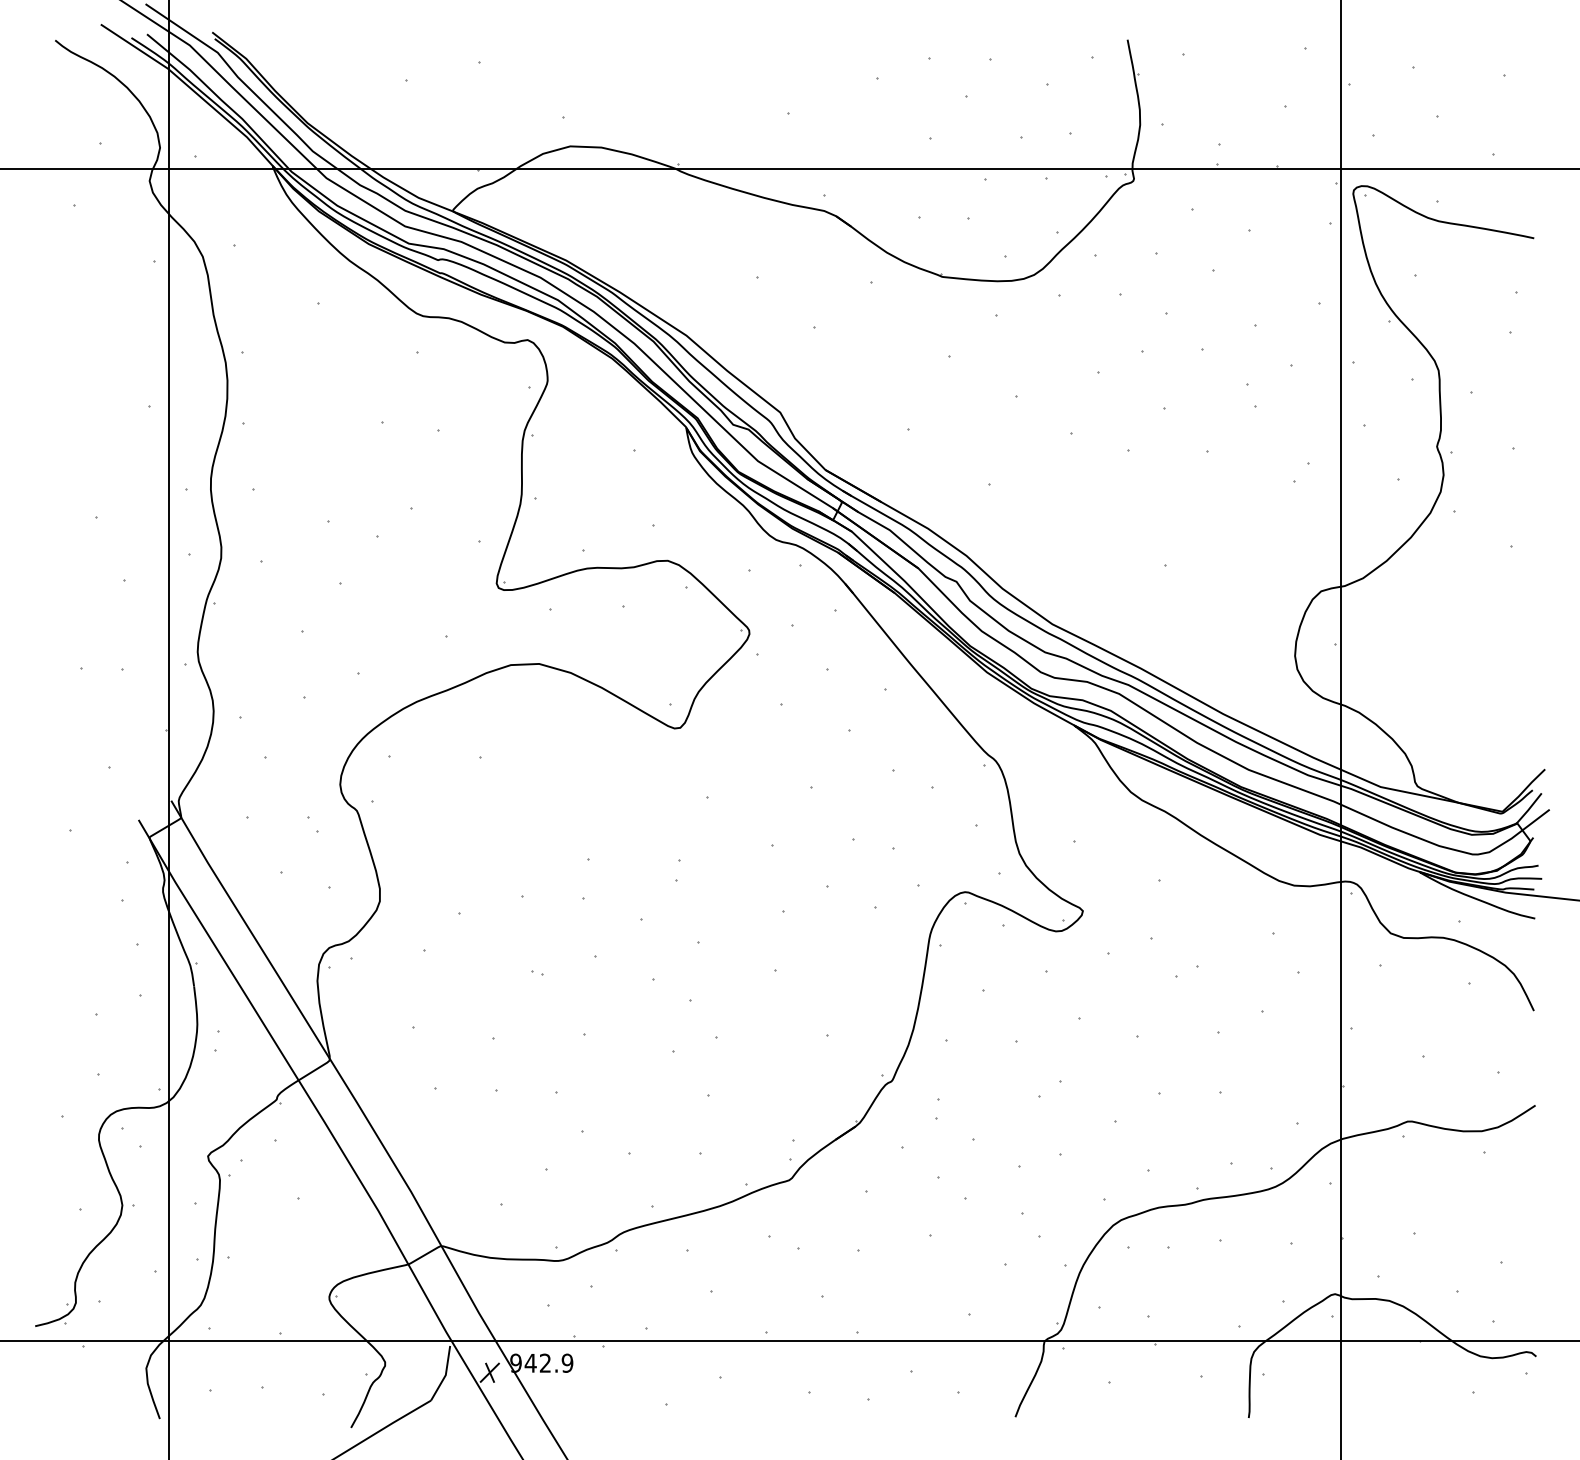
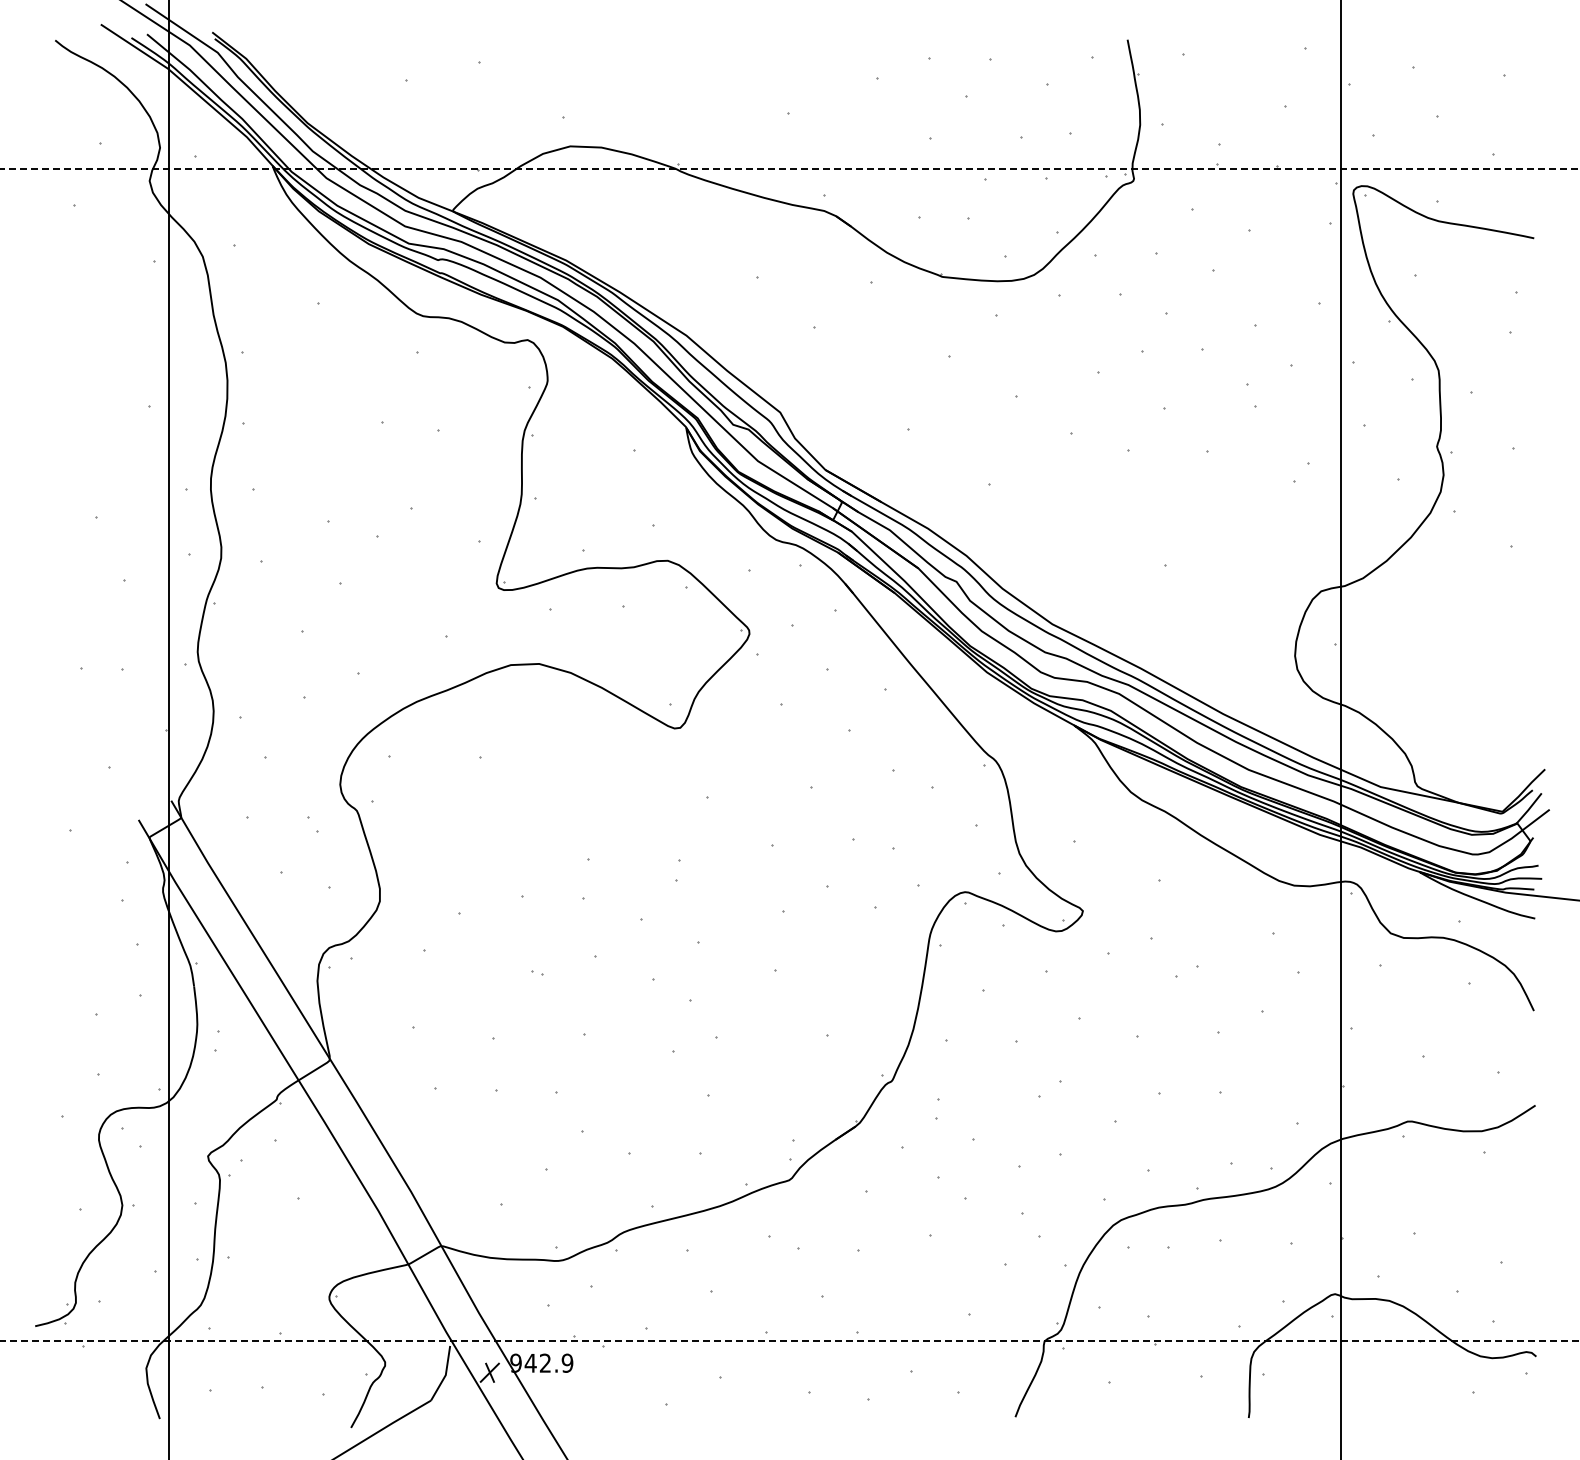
line at (790, 168): solid -> dashed
line at (789, 1340): solid -> dashed
